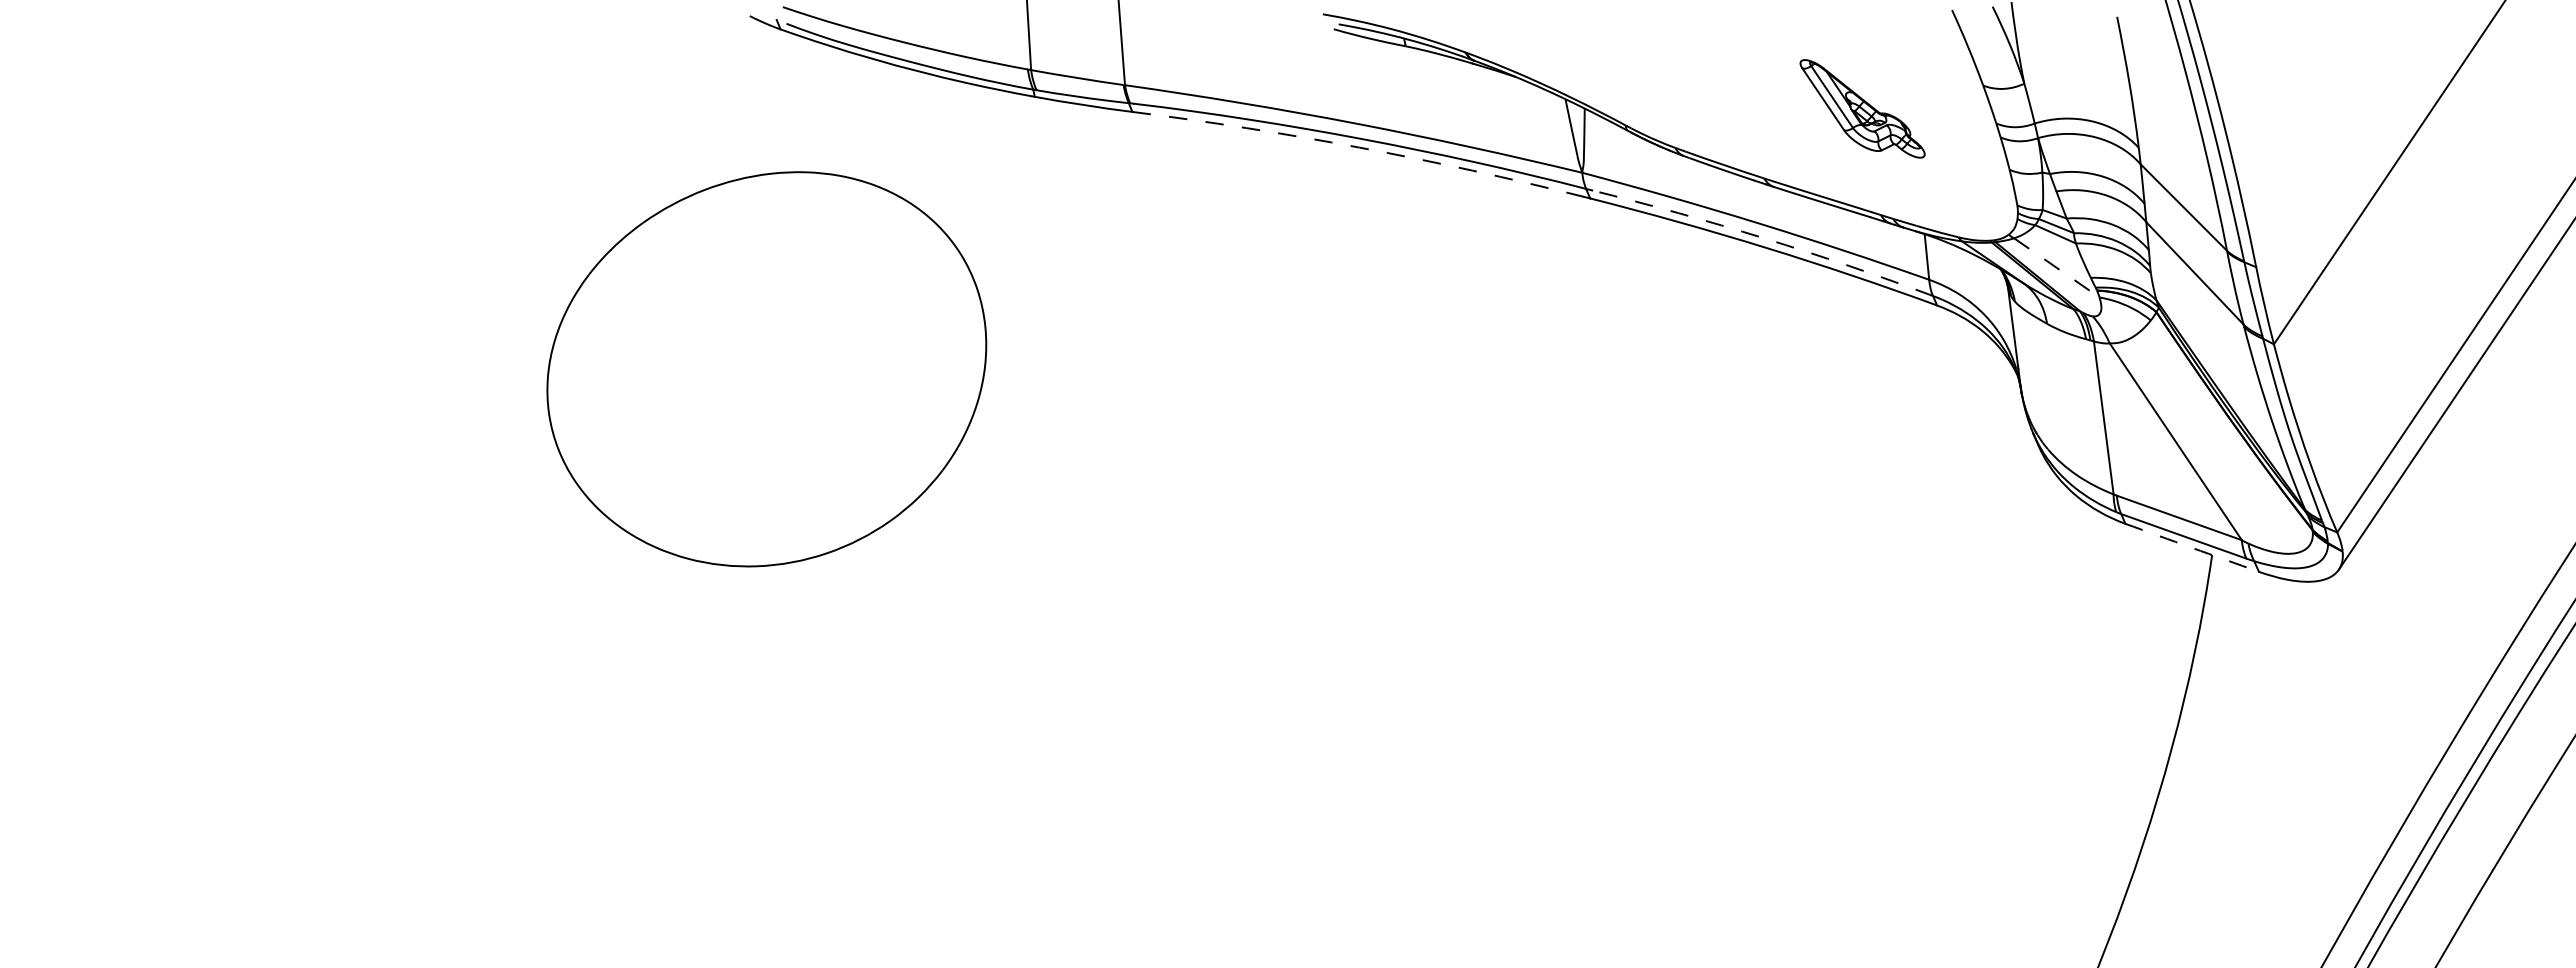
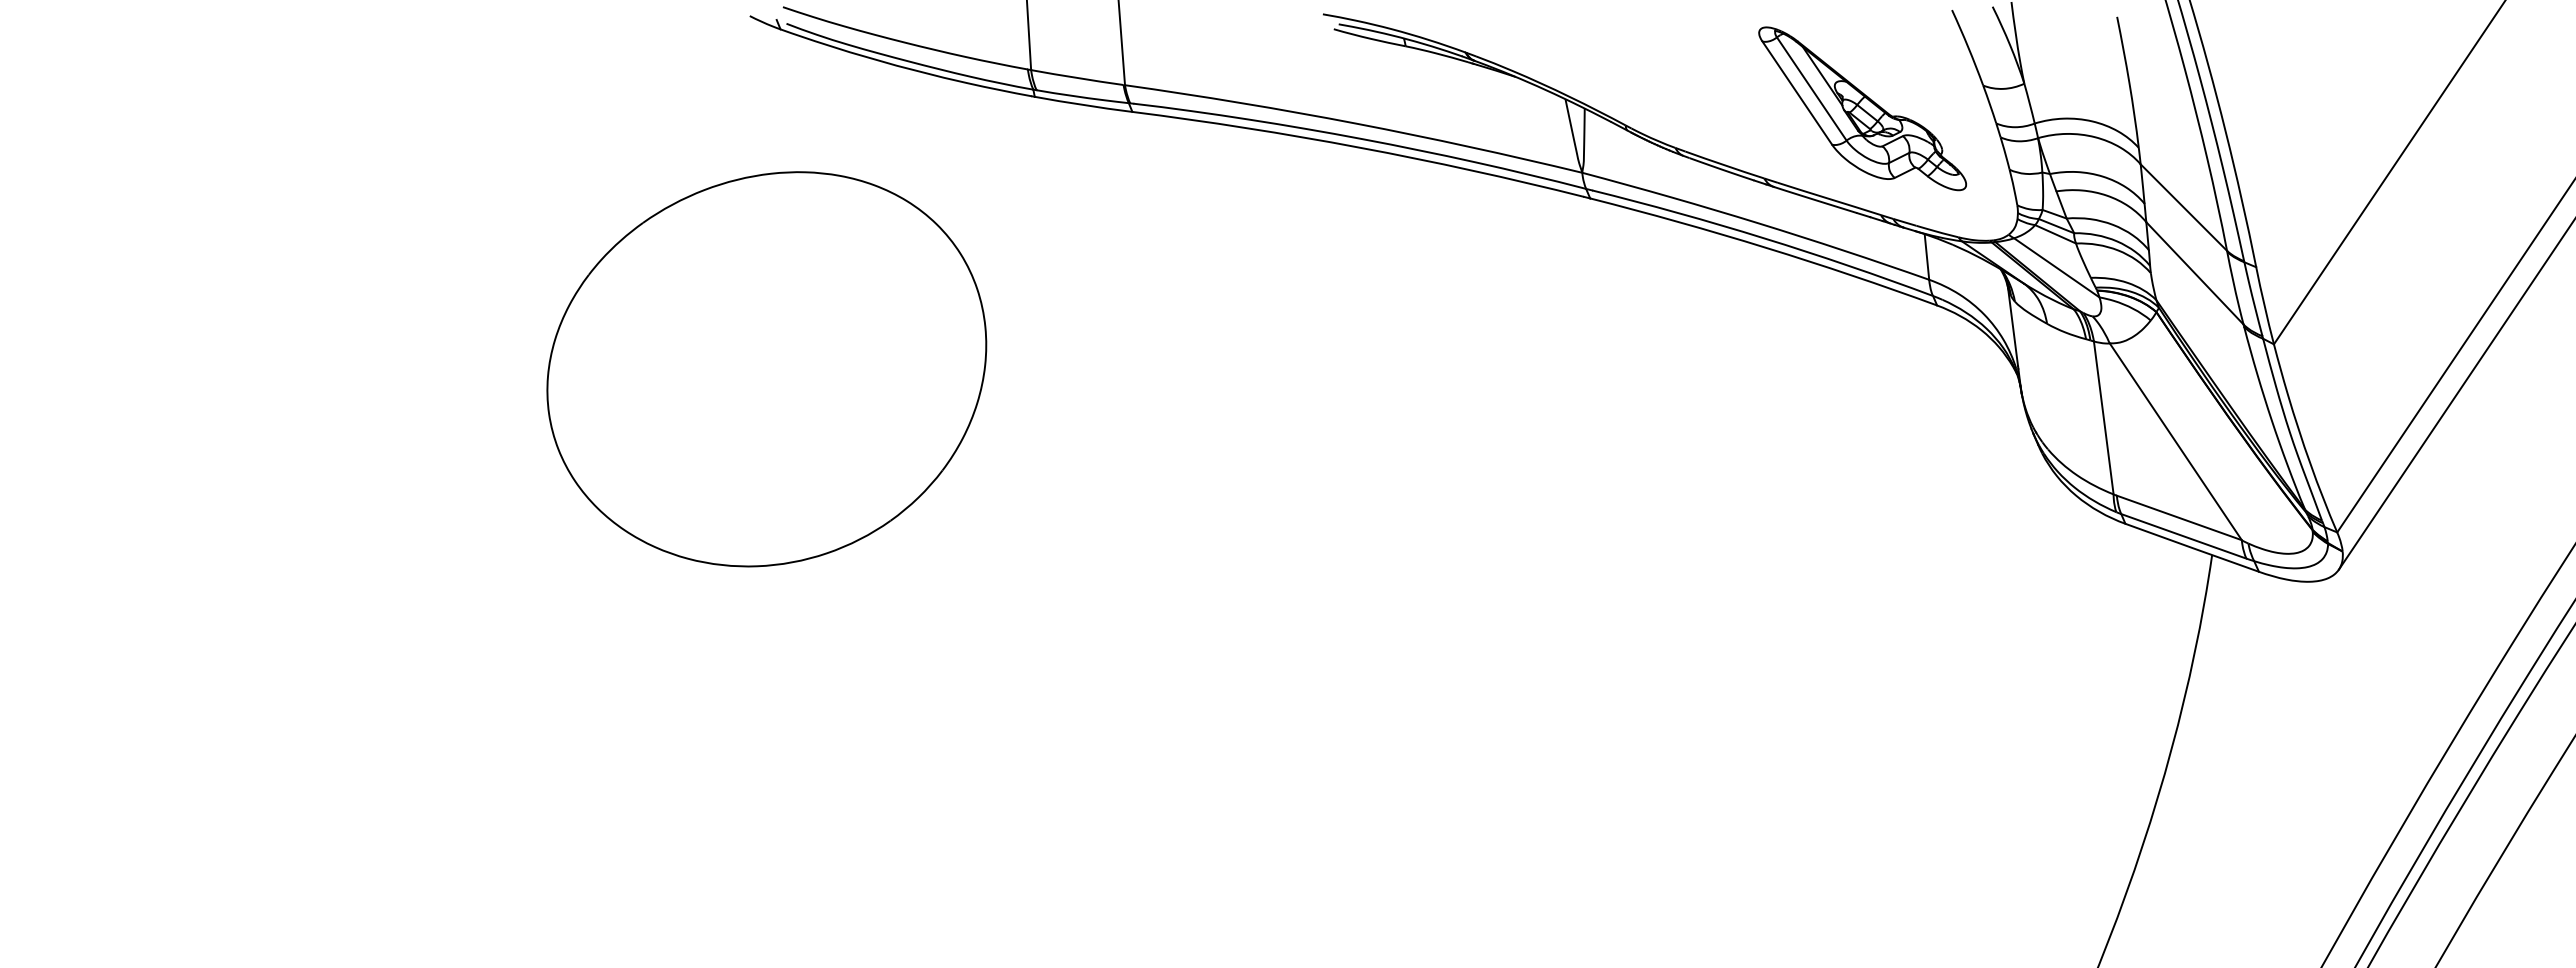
part at (1862, 108) size: 127x100 px -> 209x166 px
arc at (1359, 147): dashed -> solid
arc at (1764, 238): dashed -> solid
line at (2056, 267): dashed -> solid
arc at (2192, 547): dashed -> solid
